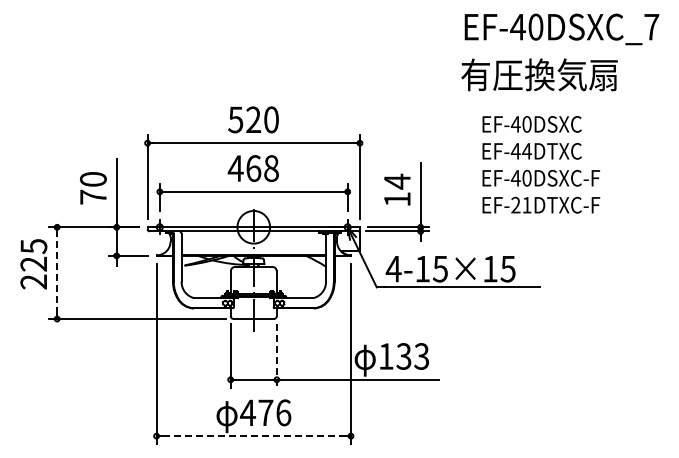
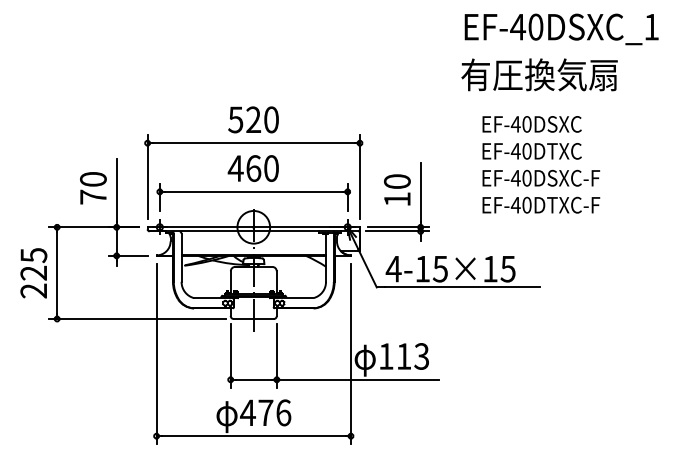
text at (651, 27): EF-40DSXC_7 -> EF-40DSXC_1
text at (526, 151): EF-44DTXC -> EF-40DTXC
text at (271, 168): 468 -> 460
text at (396, 181): 14 -> 10
text at (520, 204): EF-21DTXC-F -> EF-40DTXC-F
text at (33, 264) position: (33, 264) -> (33, 273)
line at (57, 273): dashed -> solid
line at (276, 356): dashed -> solid
text at (403, 356): 133 -> 113
line at (253, 436): dashed -> solid
